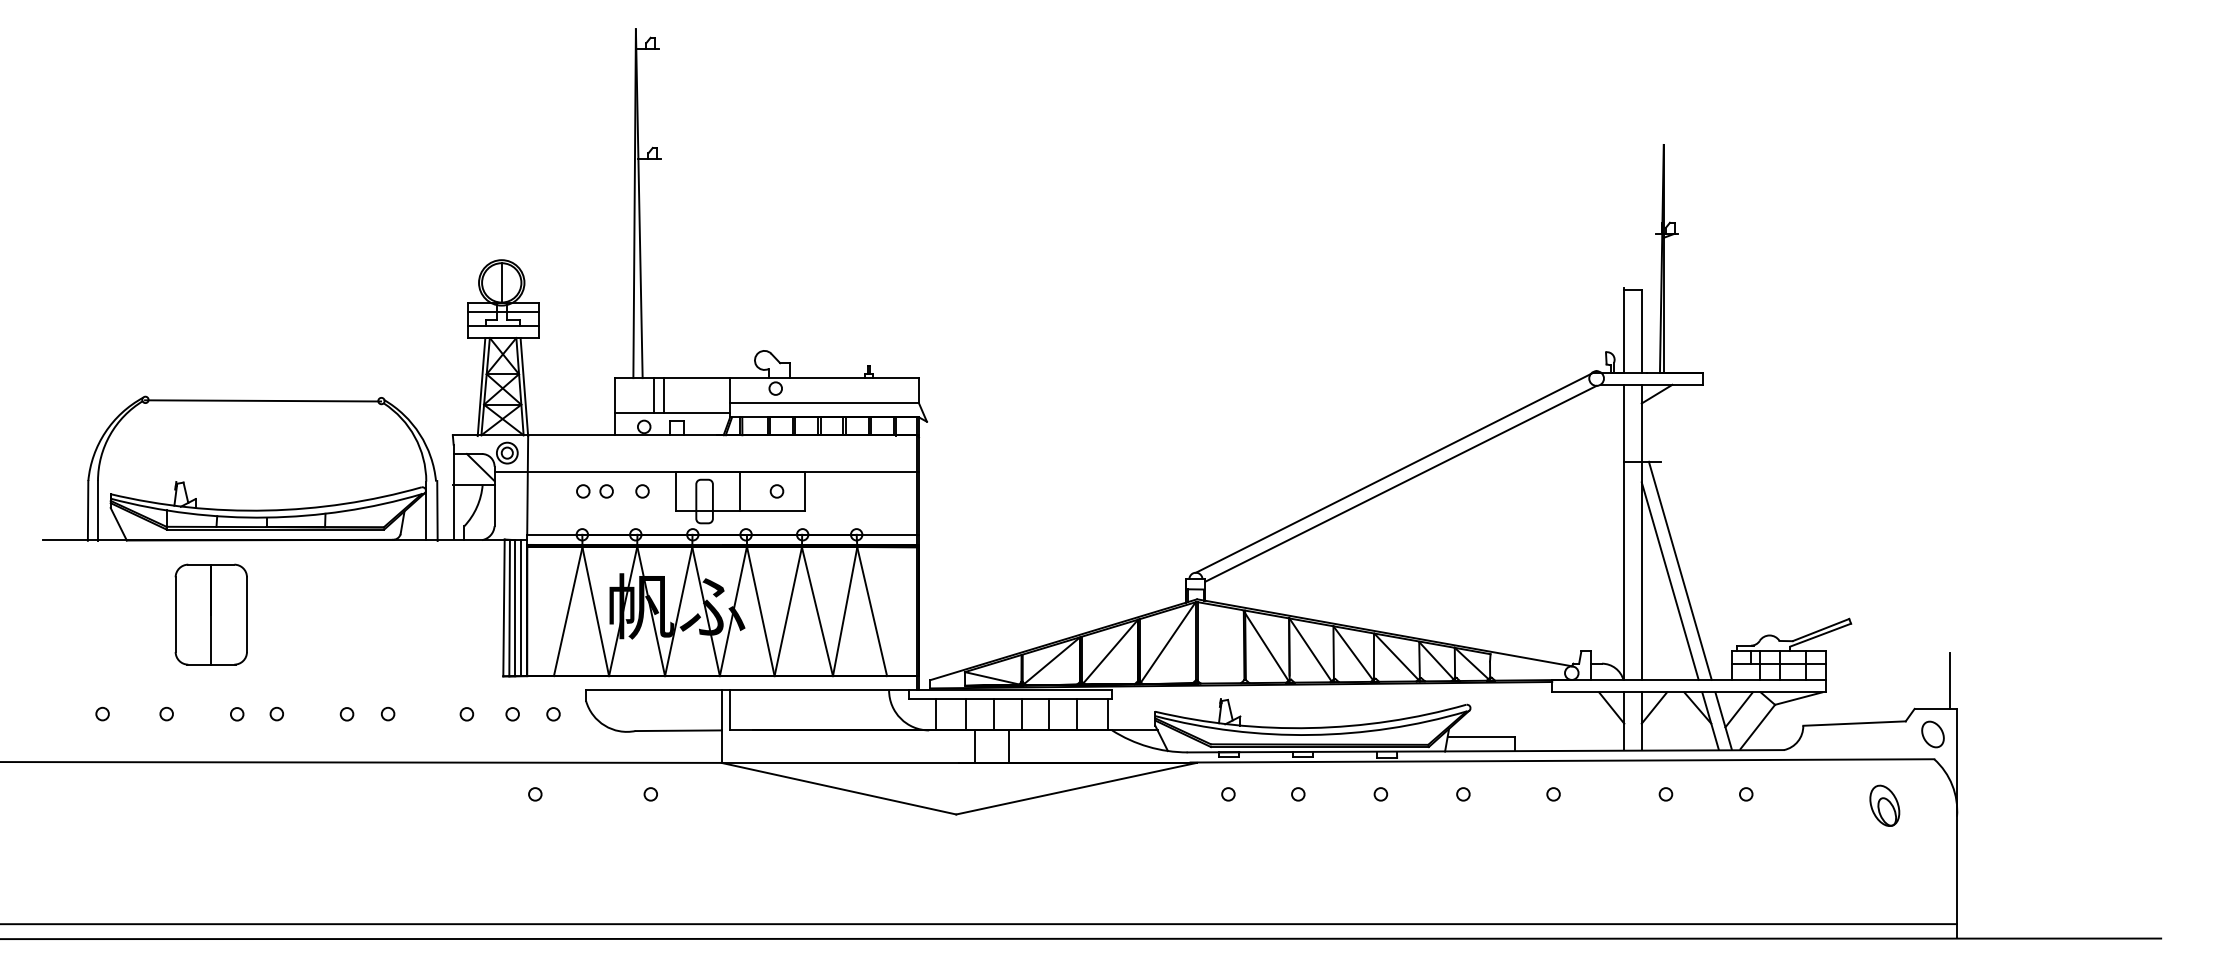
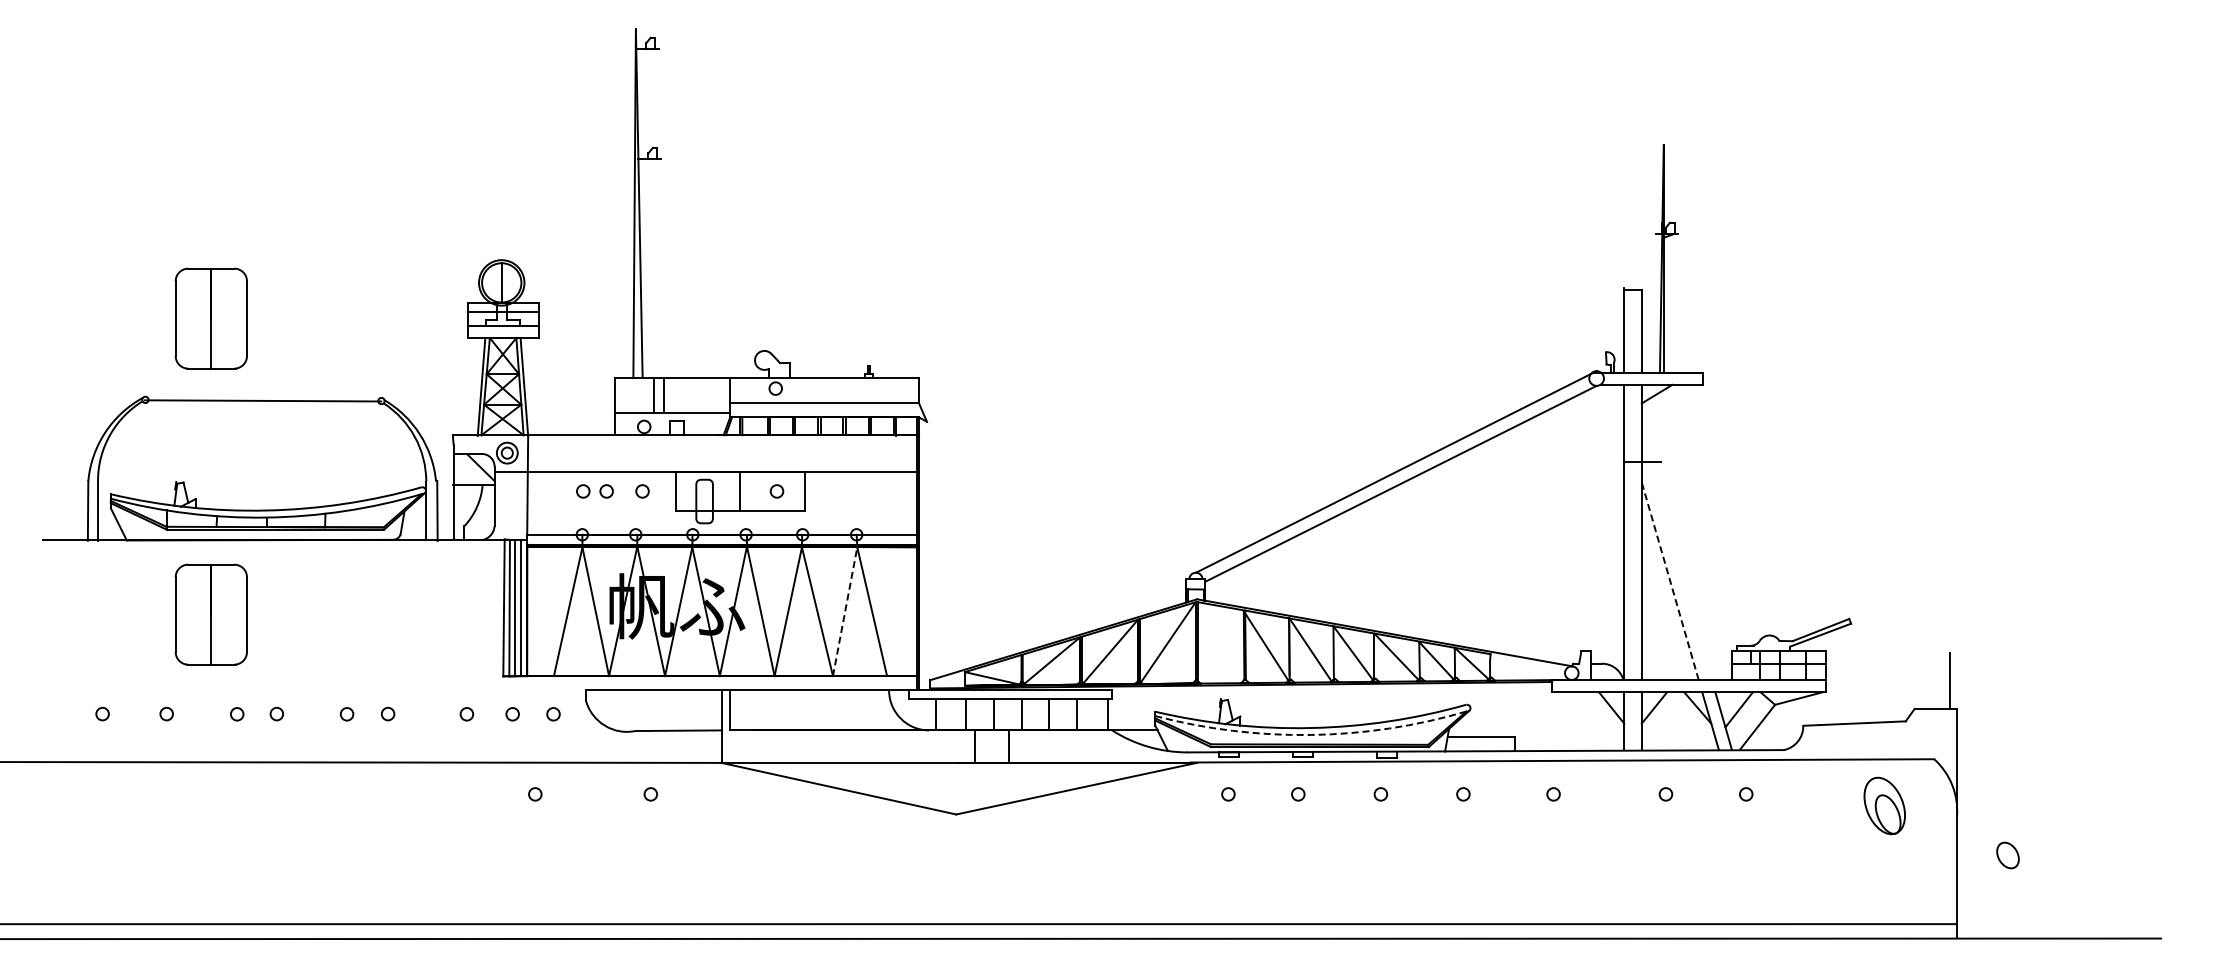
part at (210, 318): none -> present
line at (1679, 570): present -> none
line at (1670, 581): solid -> dashed
line at (845, 611): solid -> dashed
arc at (1311, 734): solid -> dashed
part at (1932, 734) position: (1932, 734) -> (2007, 855)
part at (1884, 805) size: 32x43 px -> 43x60 px
